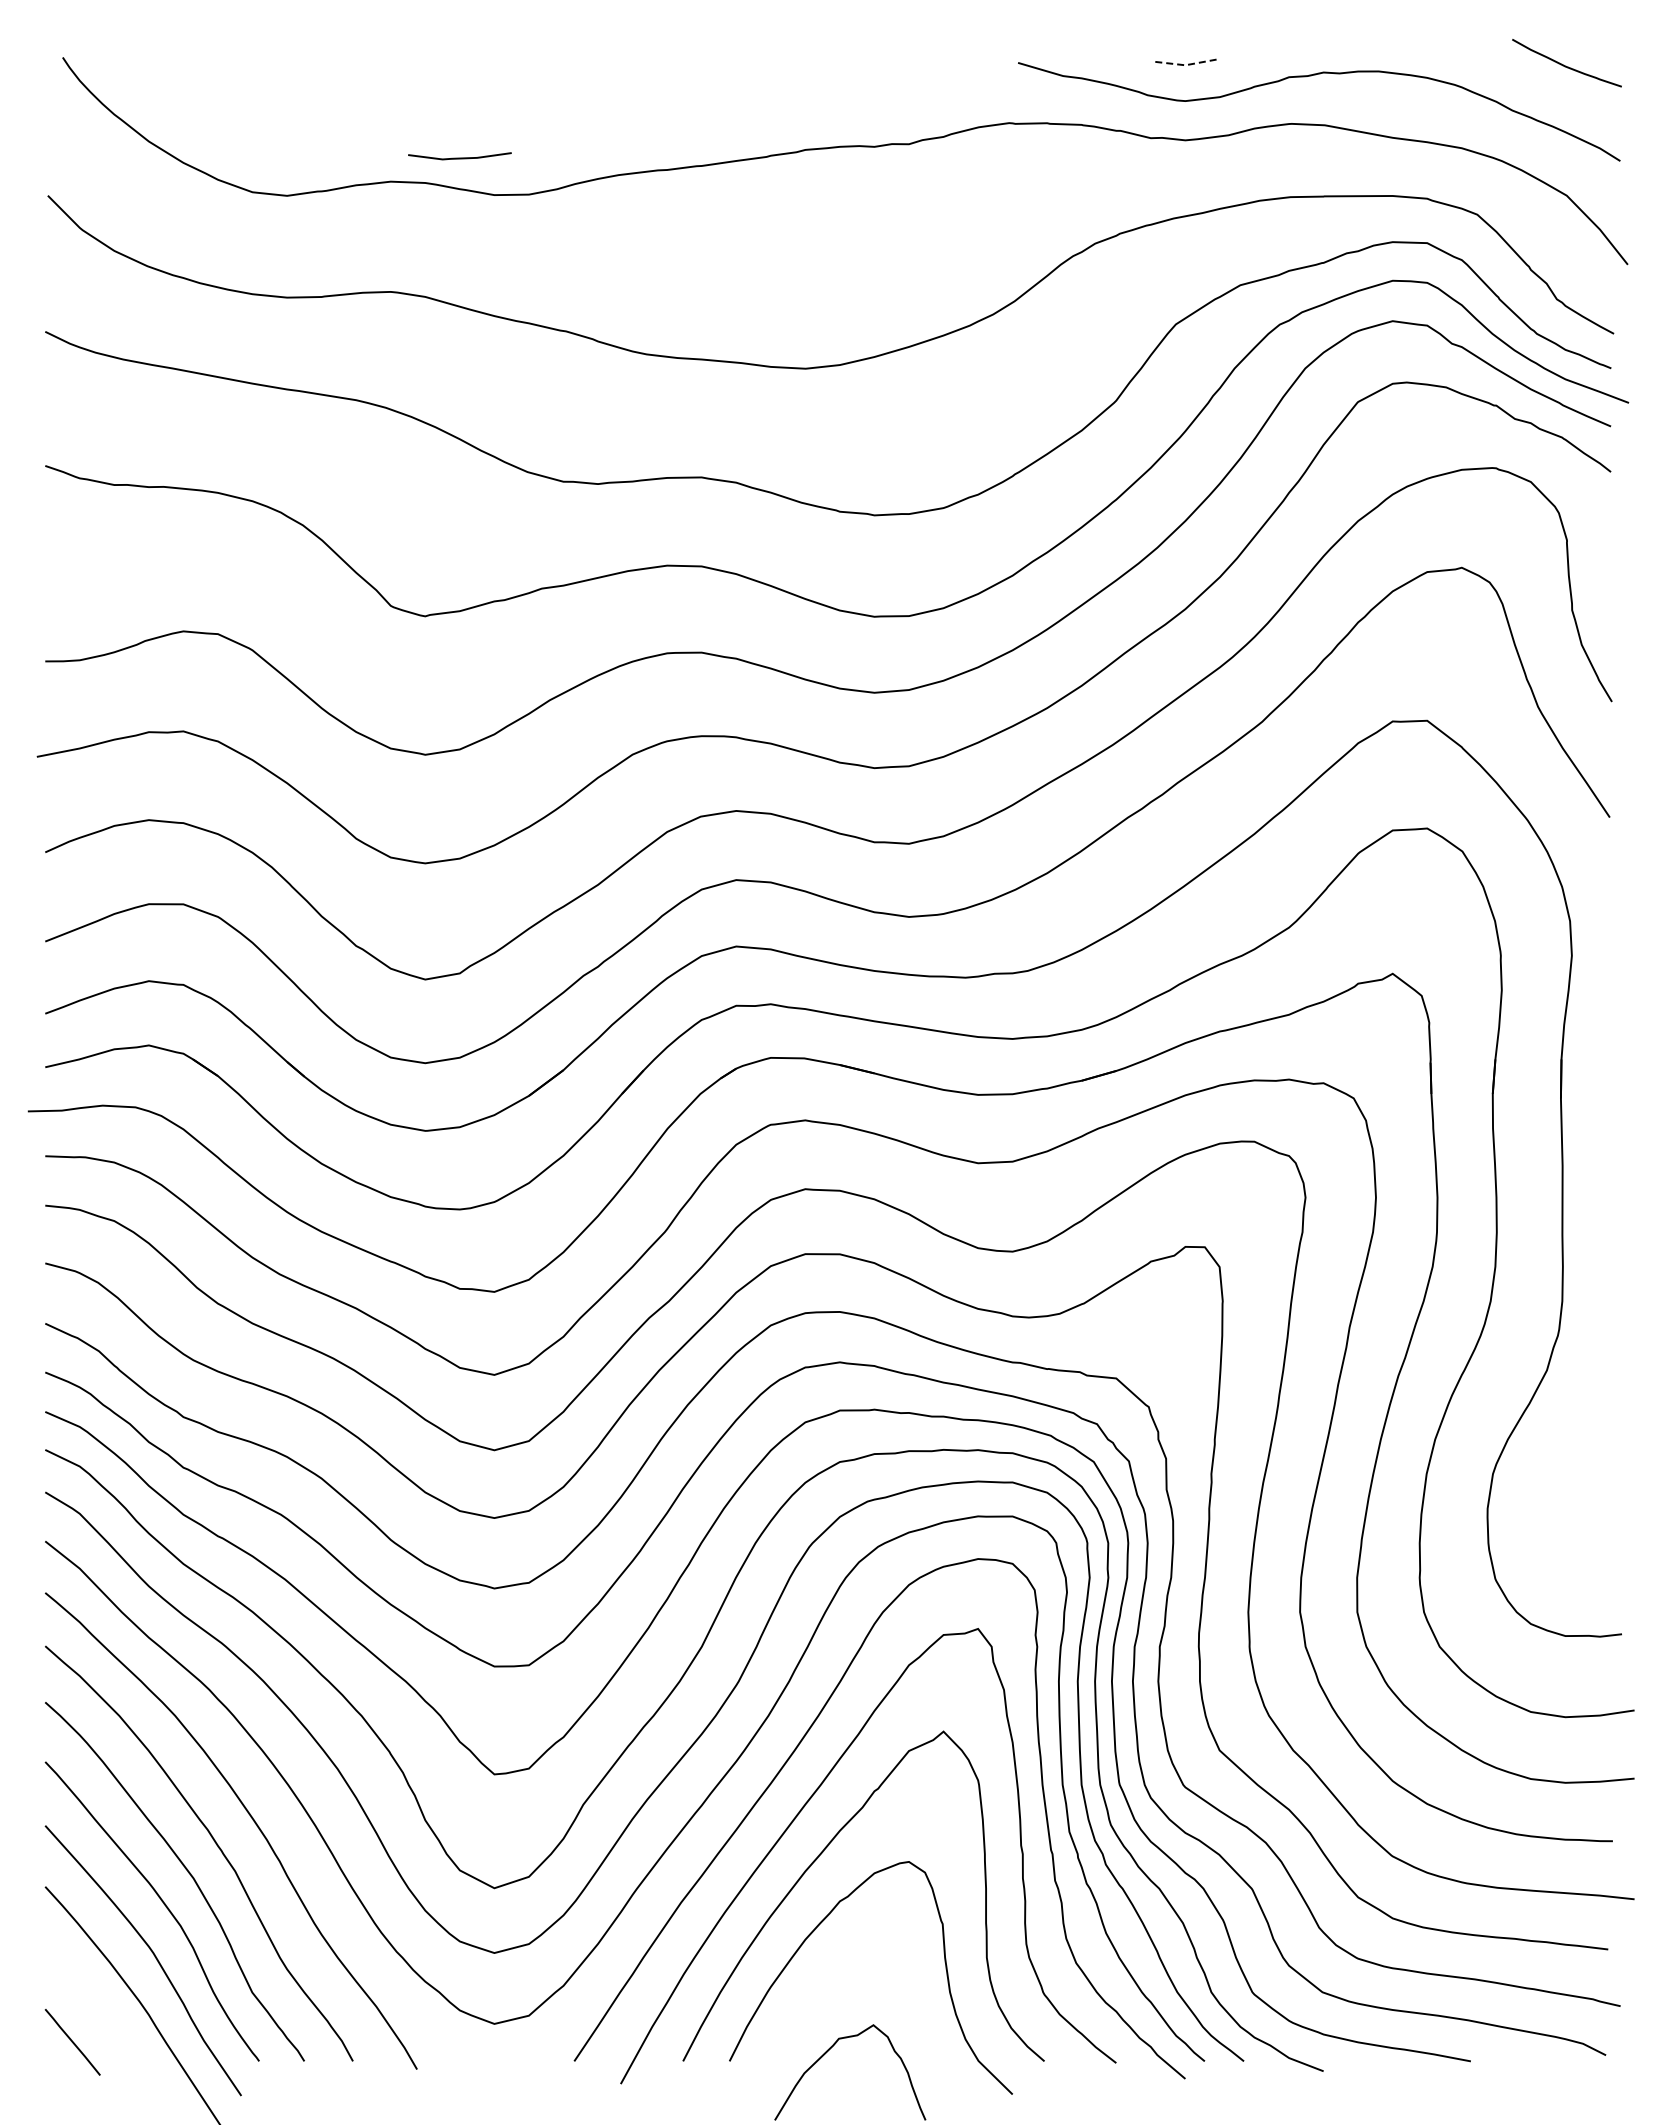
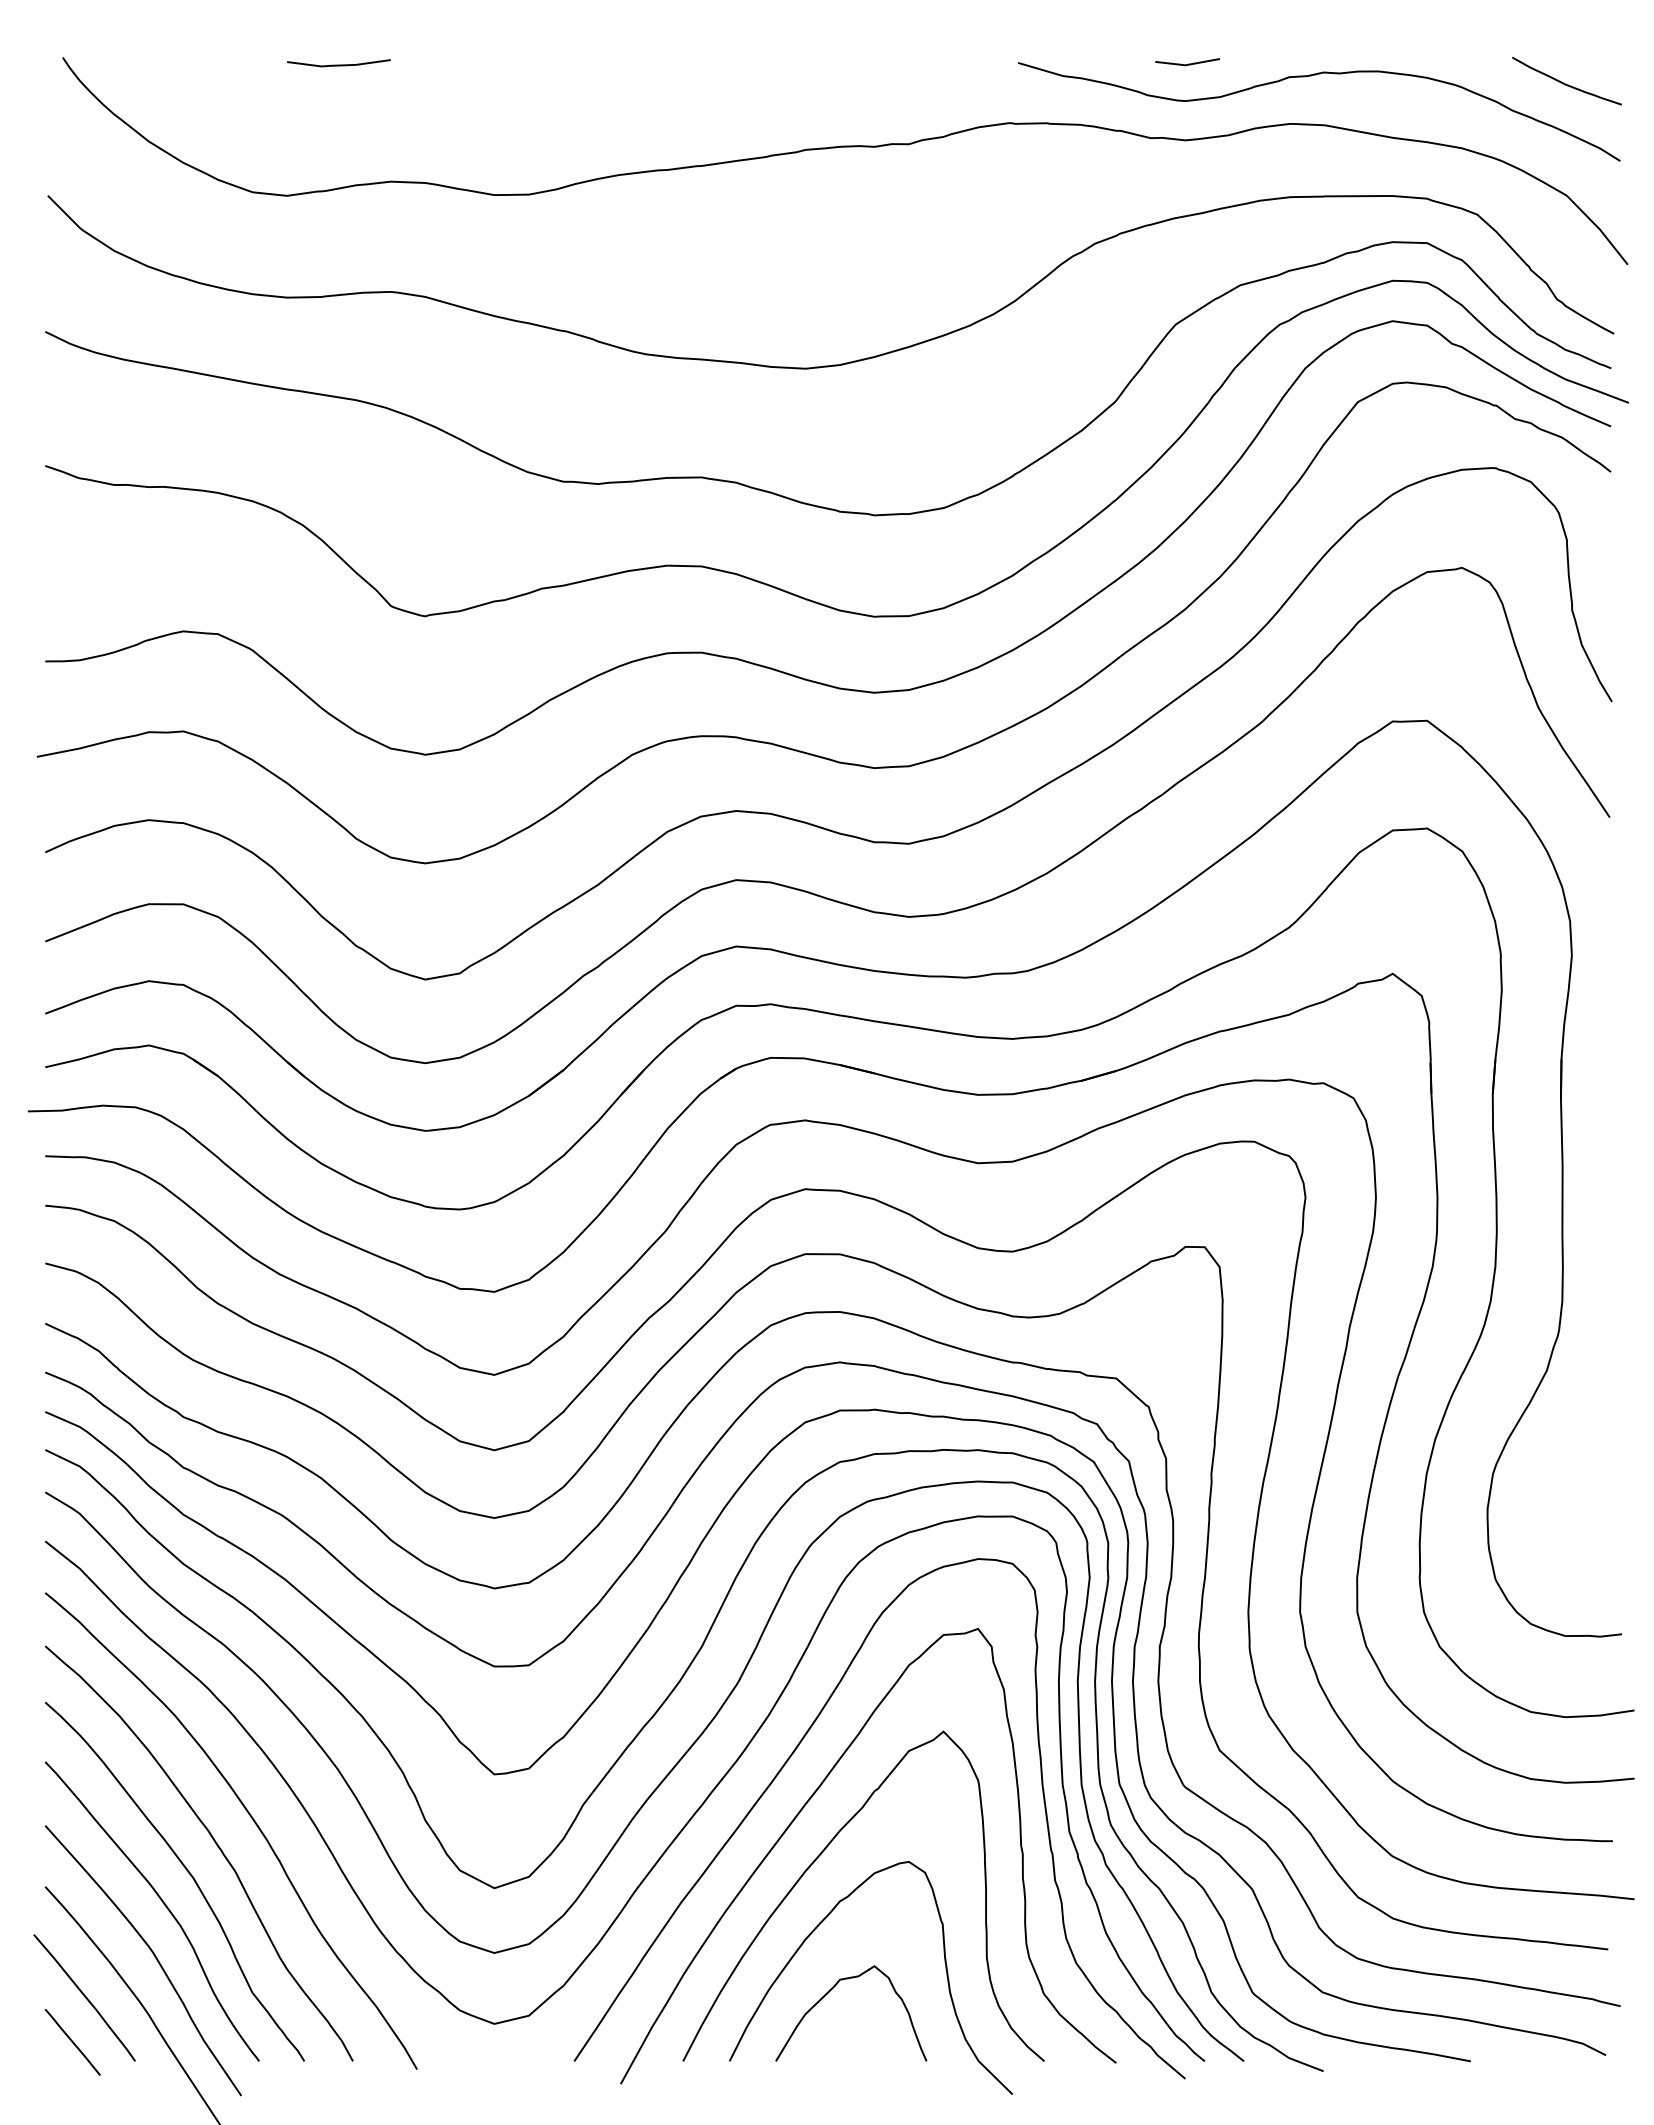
line at (1187, 64): dashed -> solid
curve at (1565, 65) position: (1565, 65) -> (1565, 83)
line at (459, 157) position: (459, 157) -> (338, 64)
curve at (84, 1997): none -> present
curve at (829, 2050) position: (829, 2050) -> (830, 1991)
